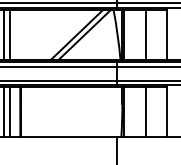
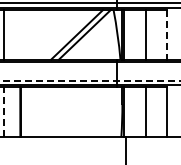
line at (10, 34): present -> none
line at (166, 34): solid -> dashed
line at (89, 67): present -> none
line at (90, 80): solid -> dashed
line at (10, 111): present -> none
line at (4, 112): solid -> dashed
line at (117, 148) position: (117, 148) -> (126, 148)
